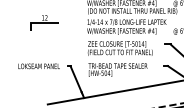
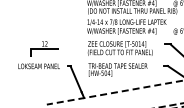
part at (44, 22) position: (44, 22) -> (44, 48)
line at (118, 91): solid -> dashed
